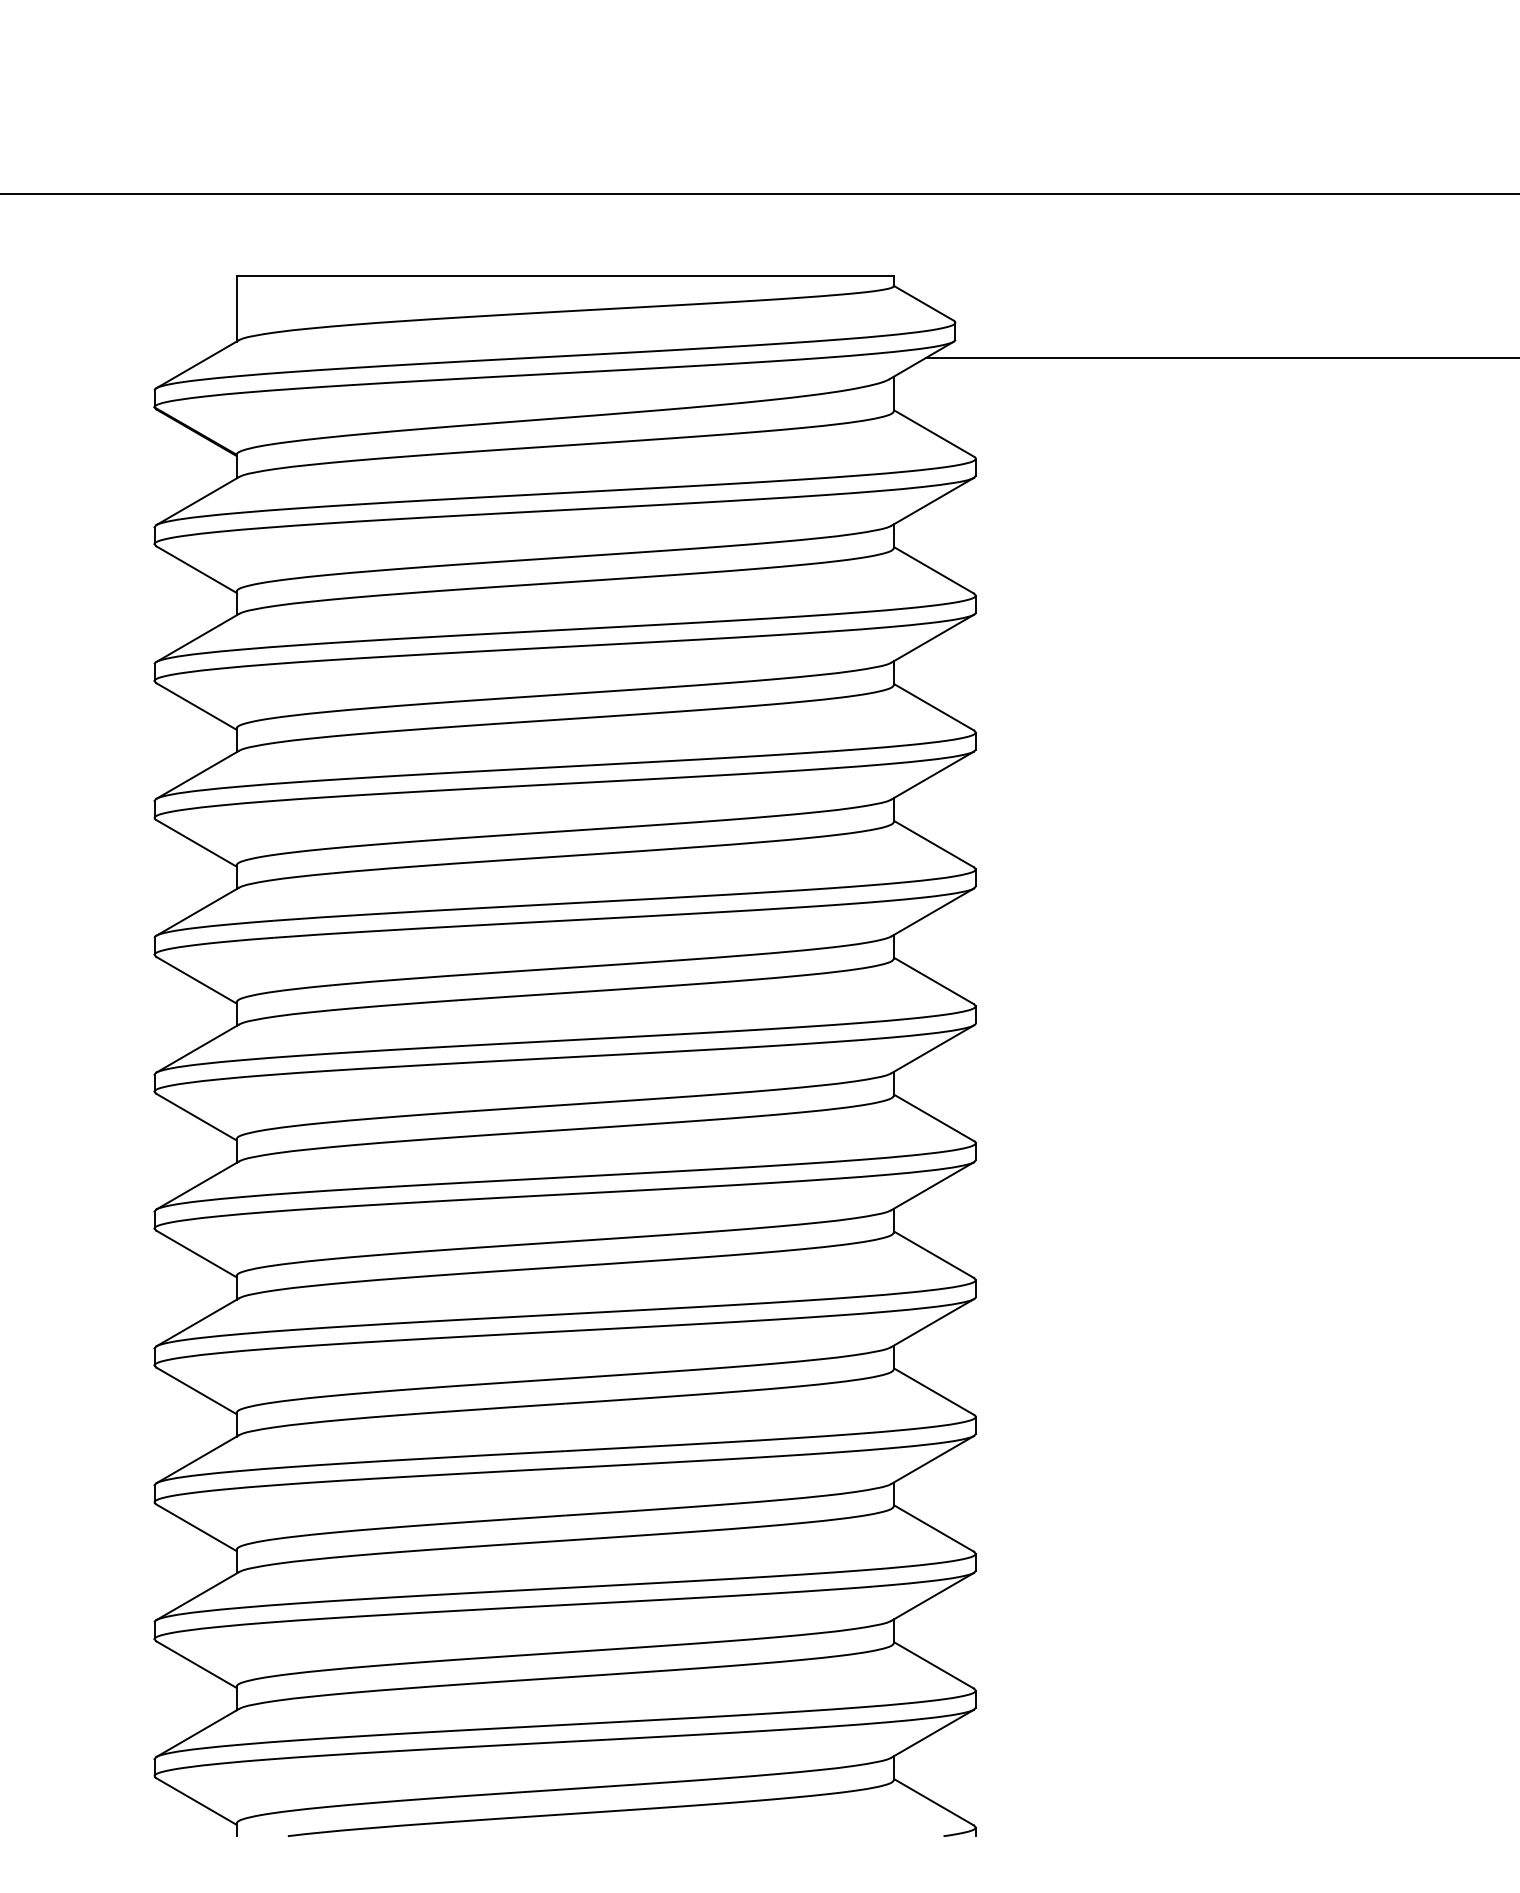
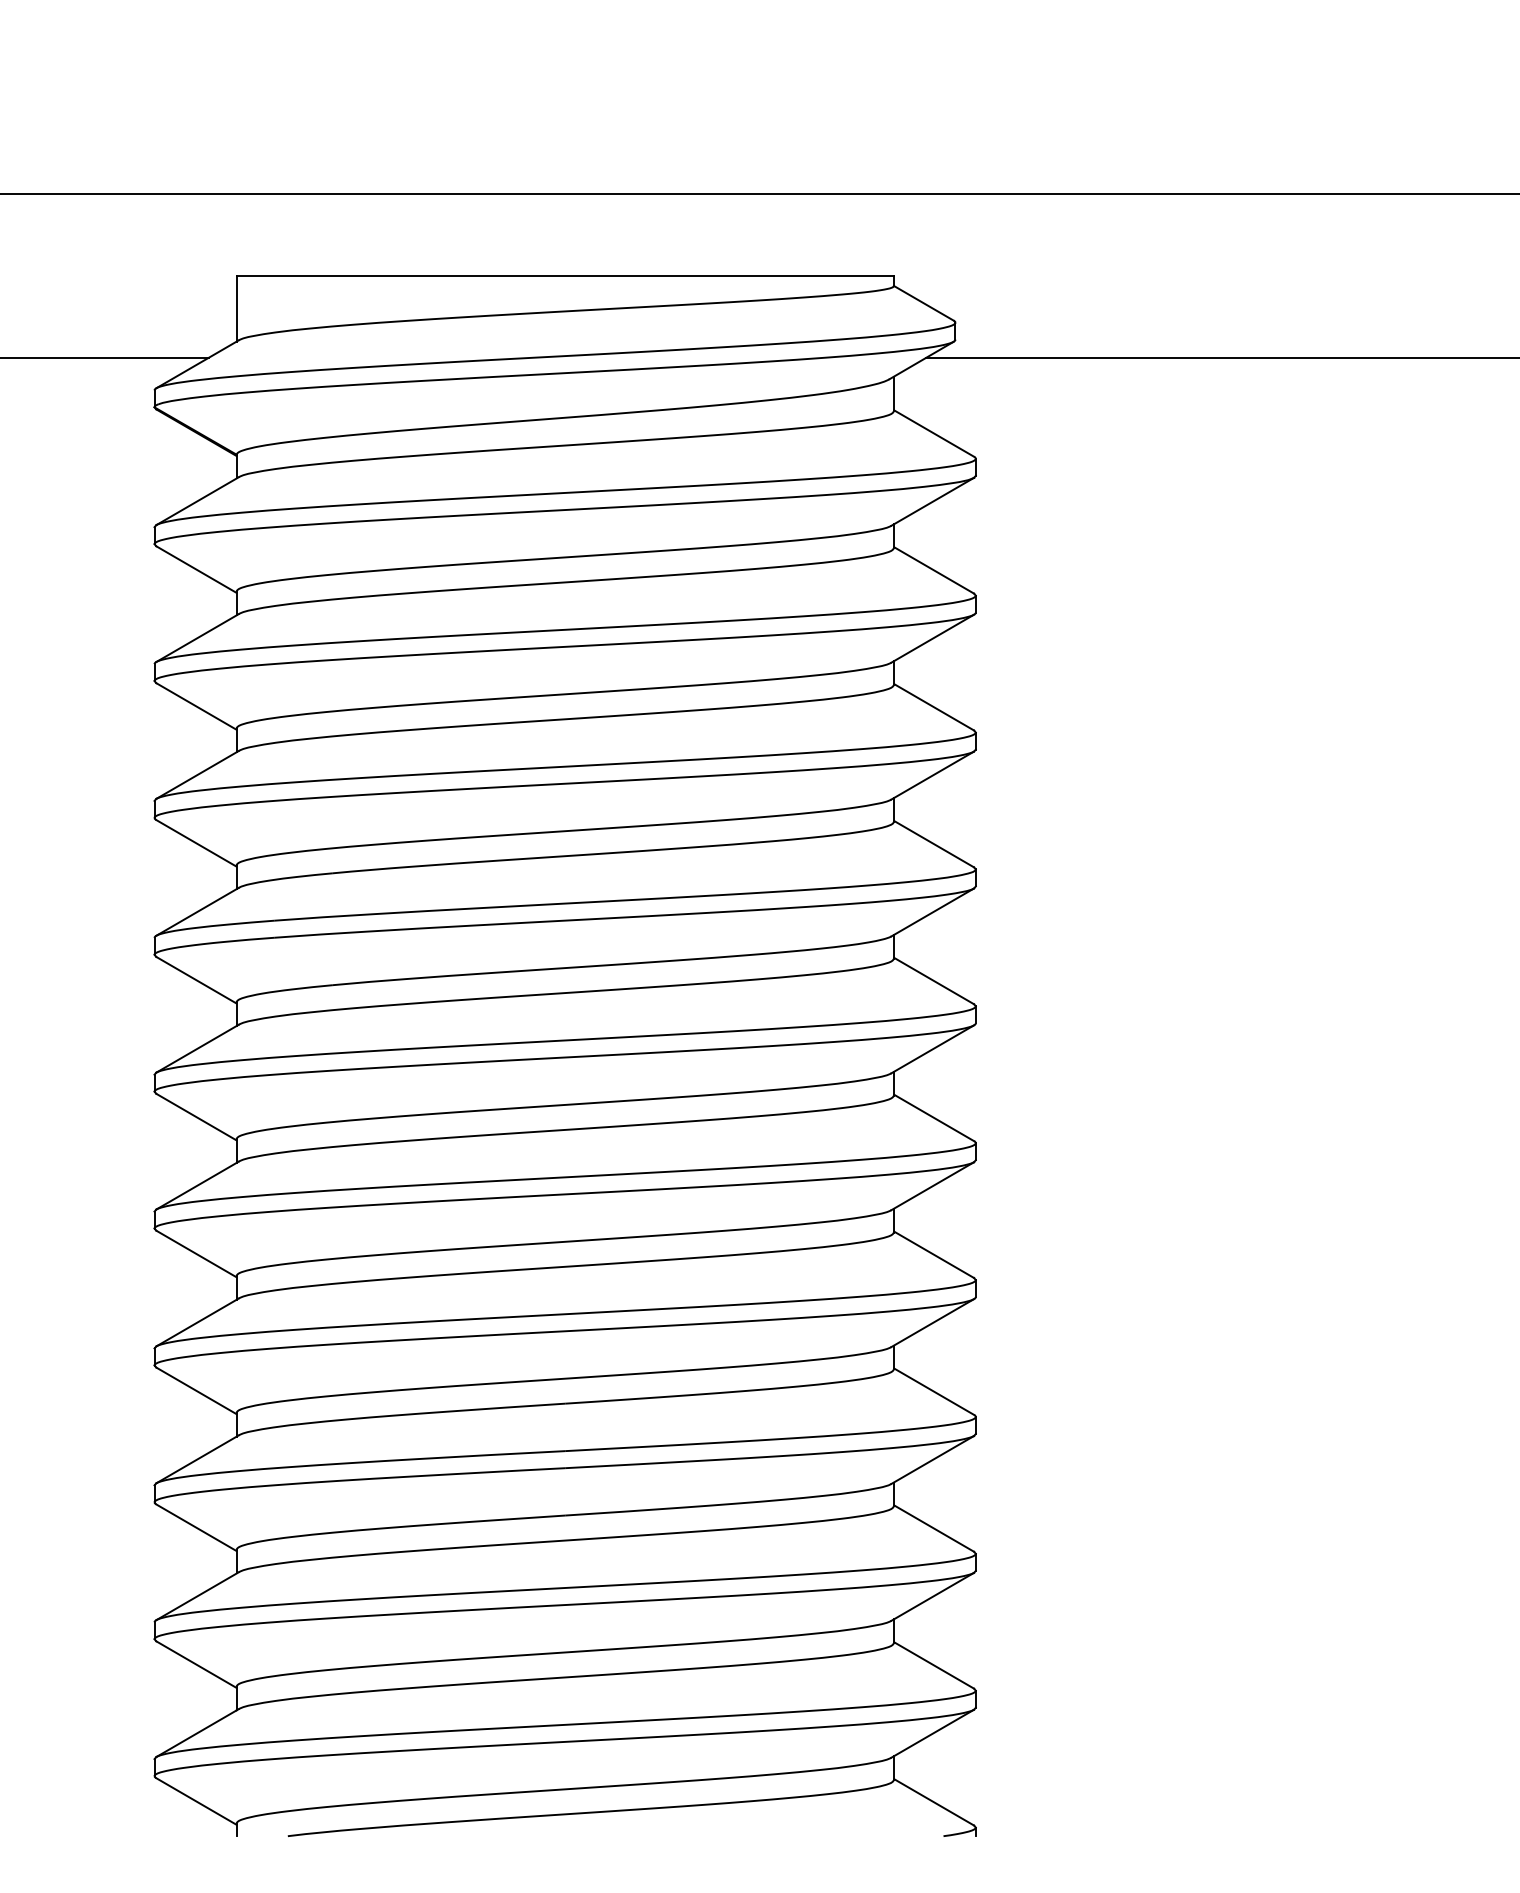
line at (105, 357): none -> present
